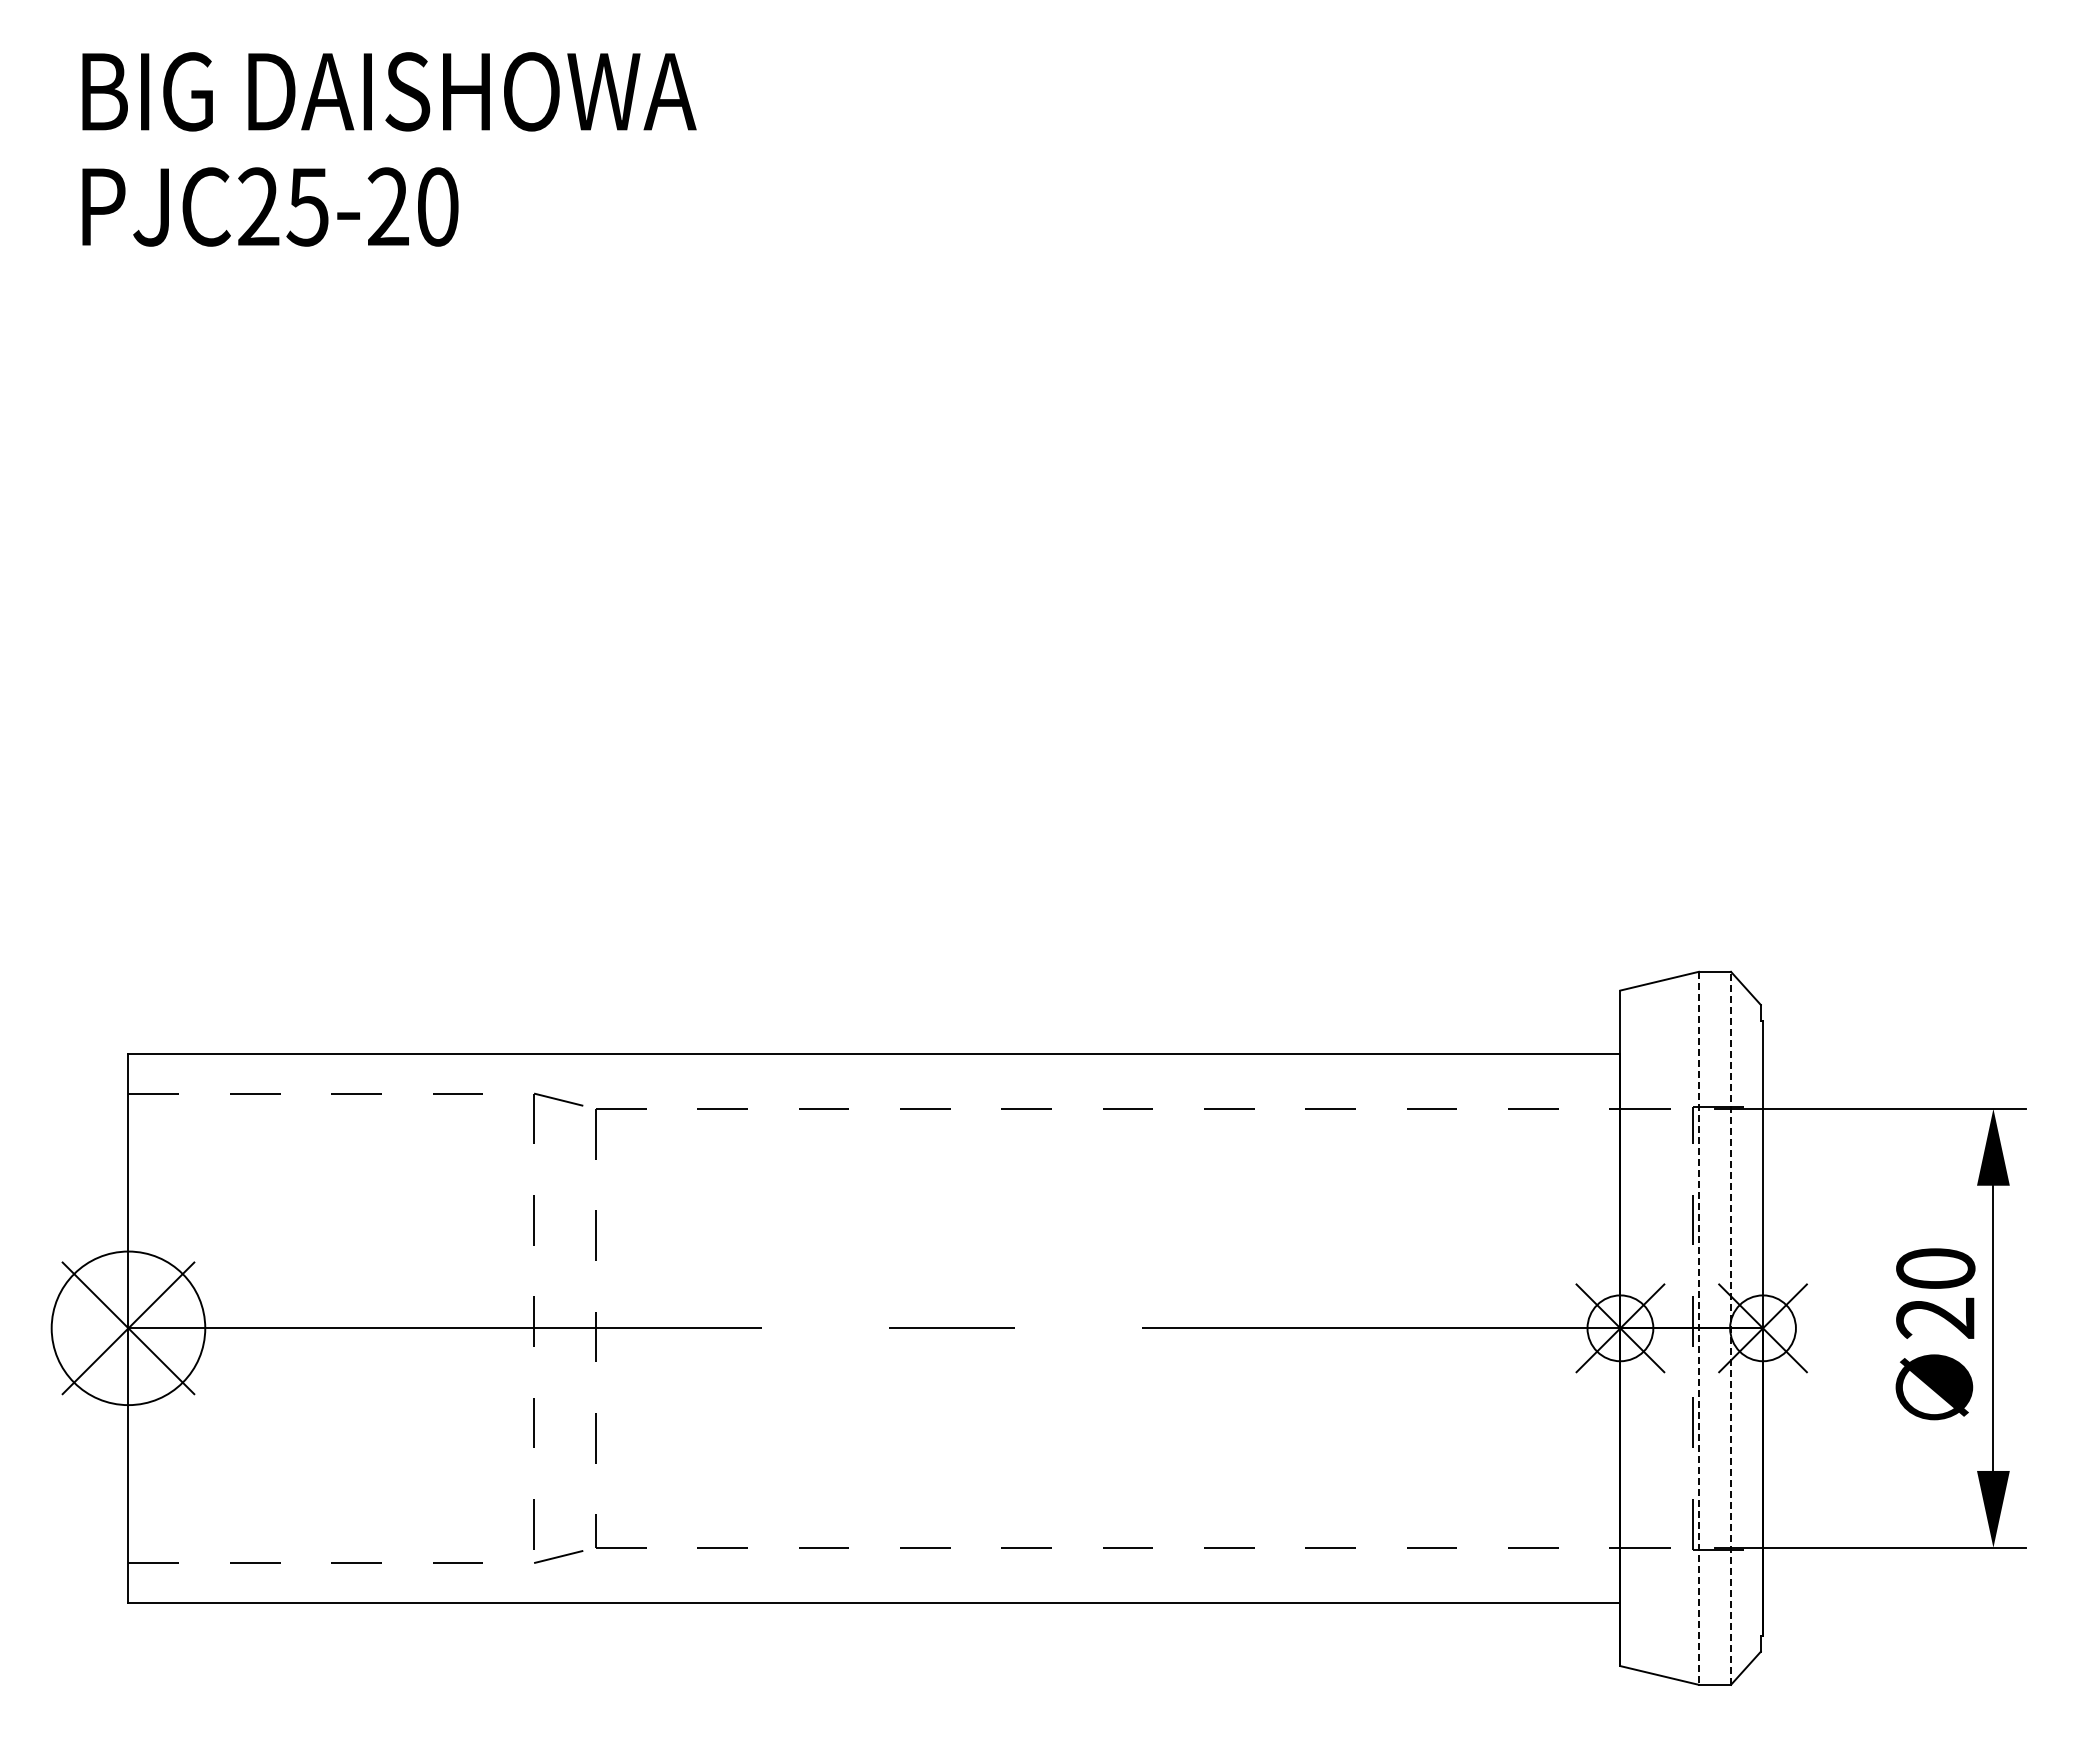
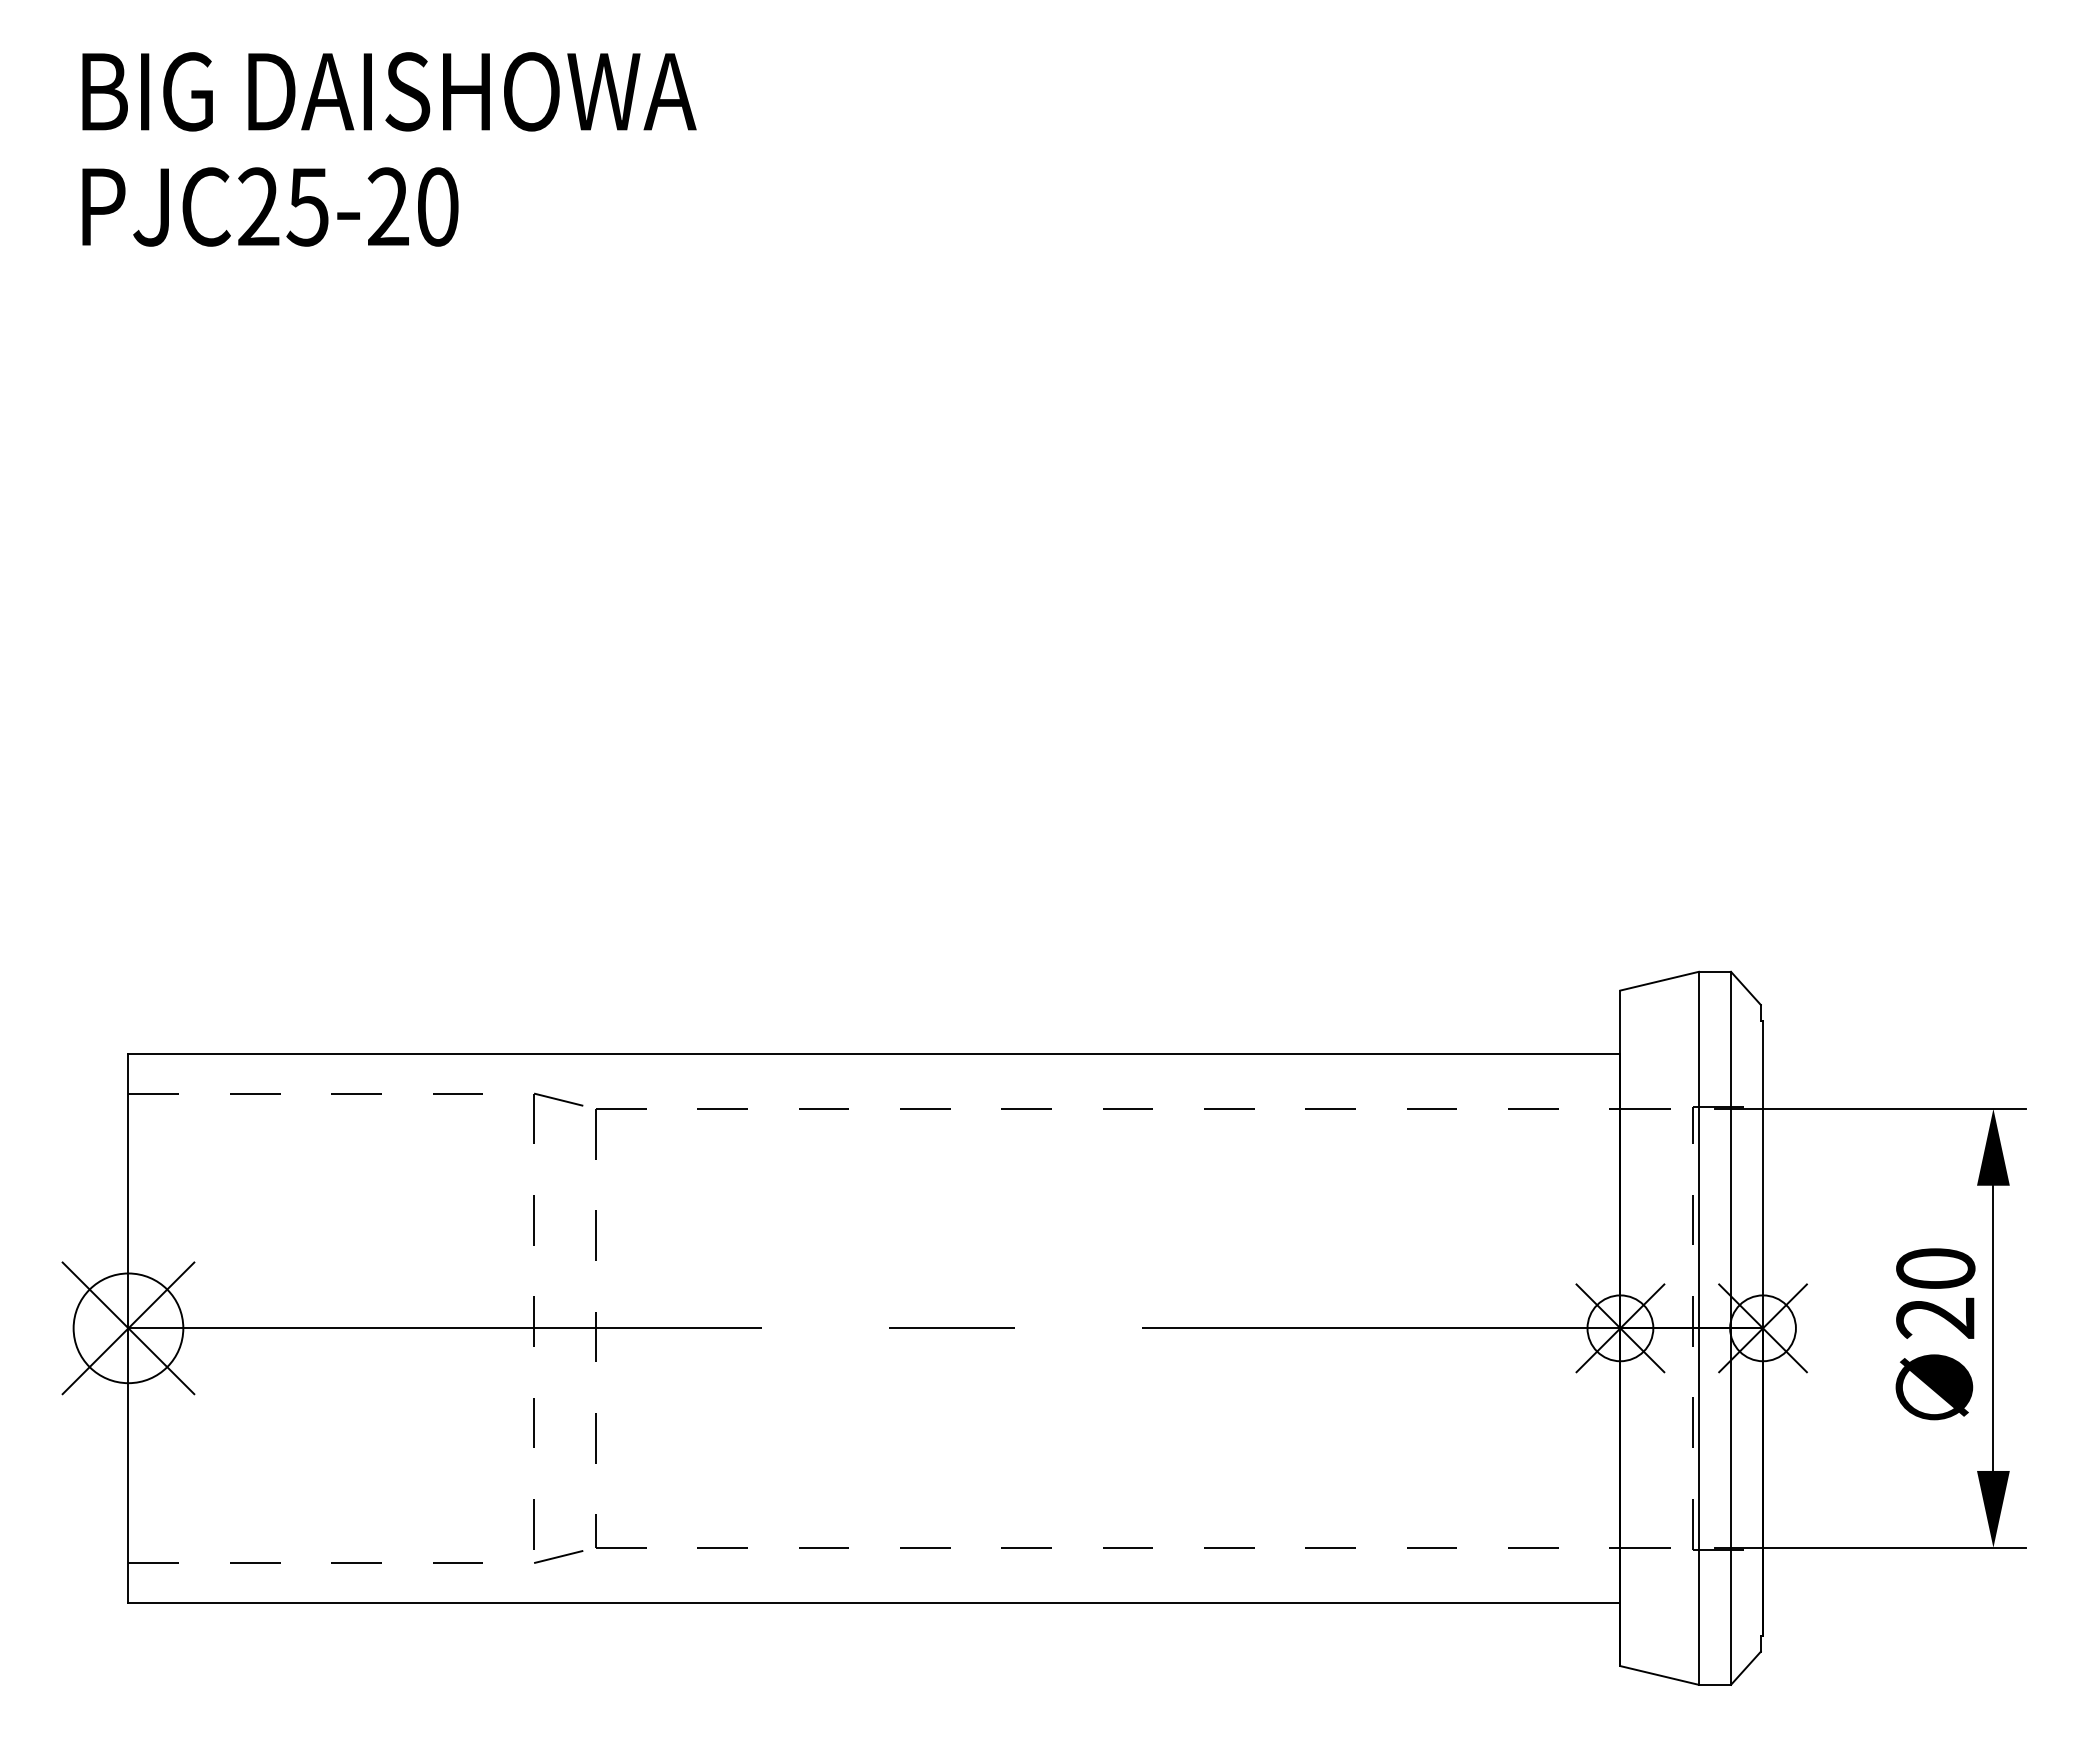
circle at (128, 1328) diameter: 154 px -> 110 px
line at (1698, 1328): dashed -> solid
line at (1731, 1328): dashed -> solid
